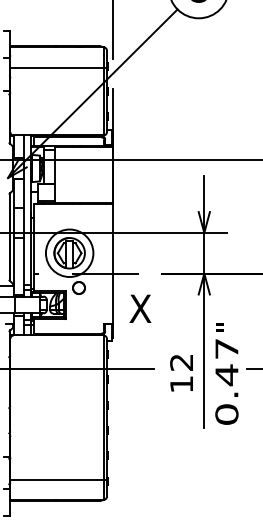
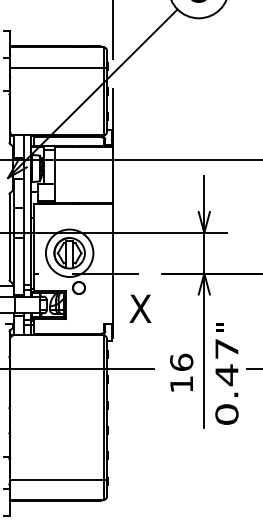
text at (181, 361): 12 -> 16
